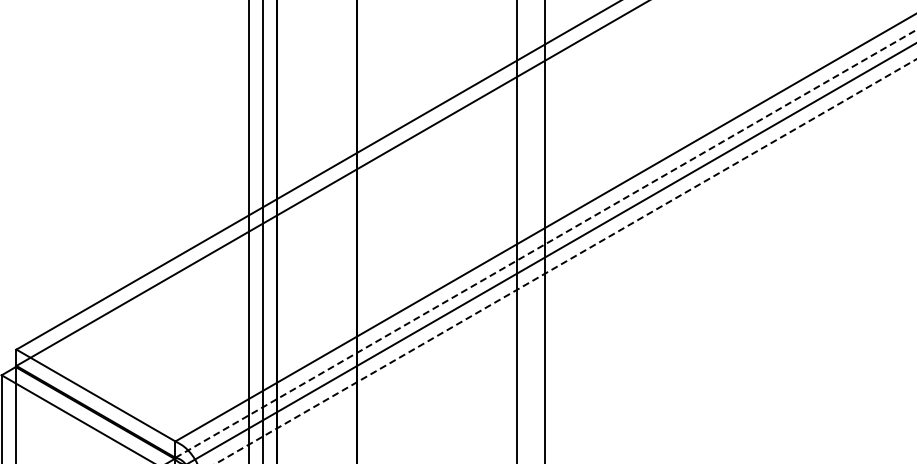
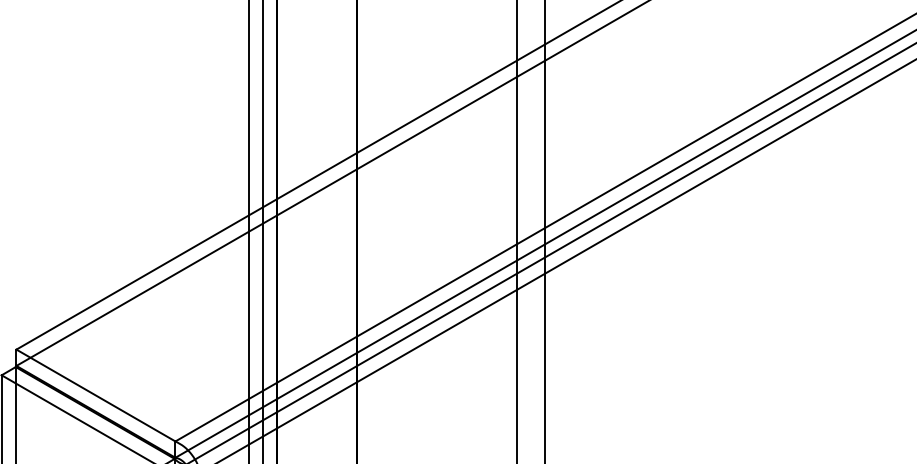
line at (545, 243): dashed -> solid
line at (566, 261): dashed -> solid
